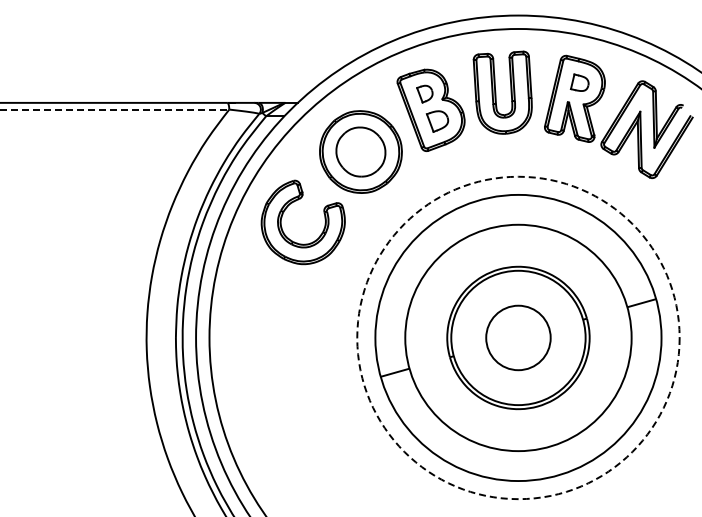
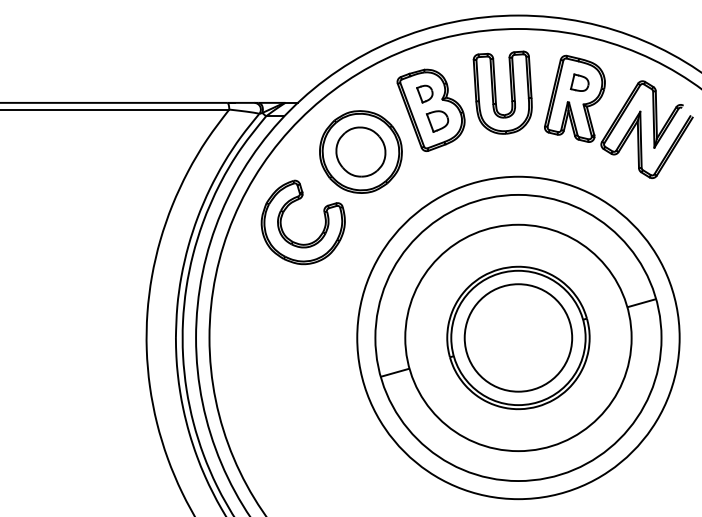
line at (115, 109): dashed -> solid
circle at (518, 337) diameter: 64 px -> 107 px
circle at (518, 337): dashed -> solid
